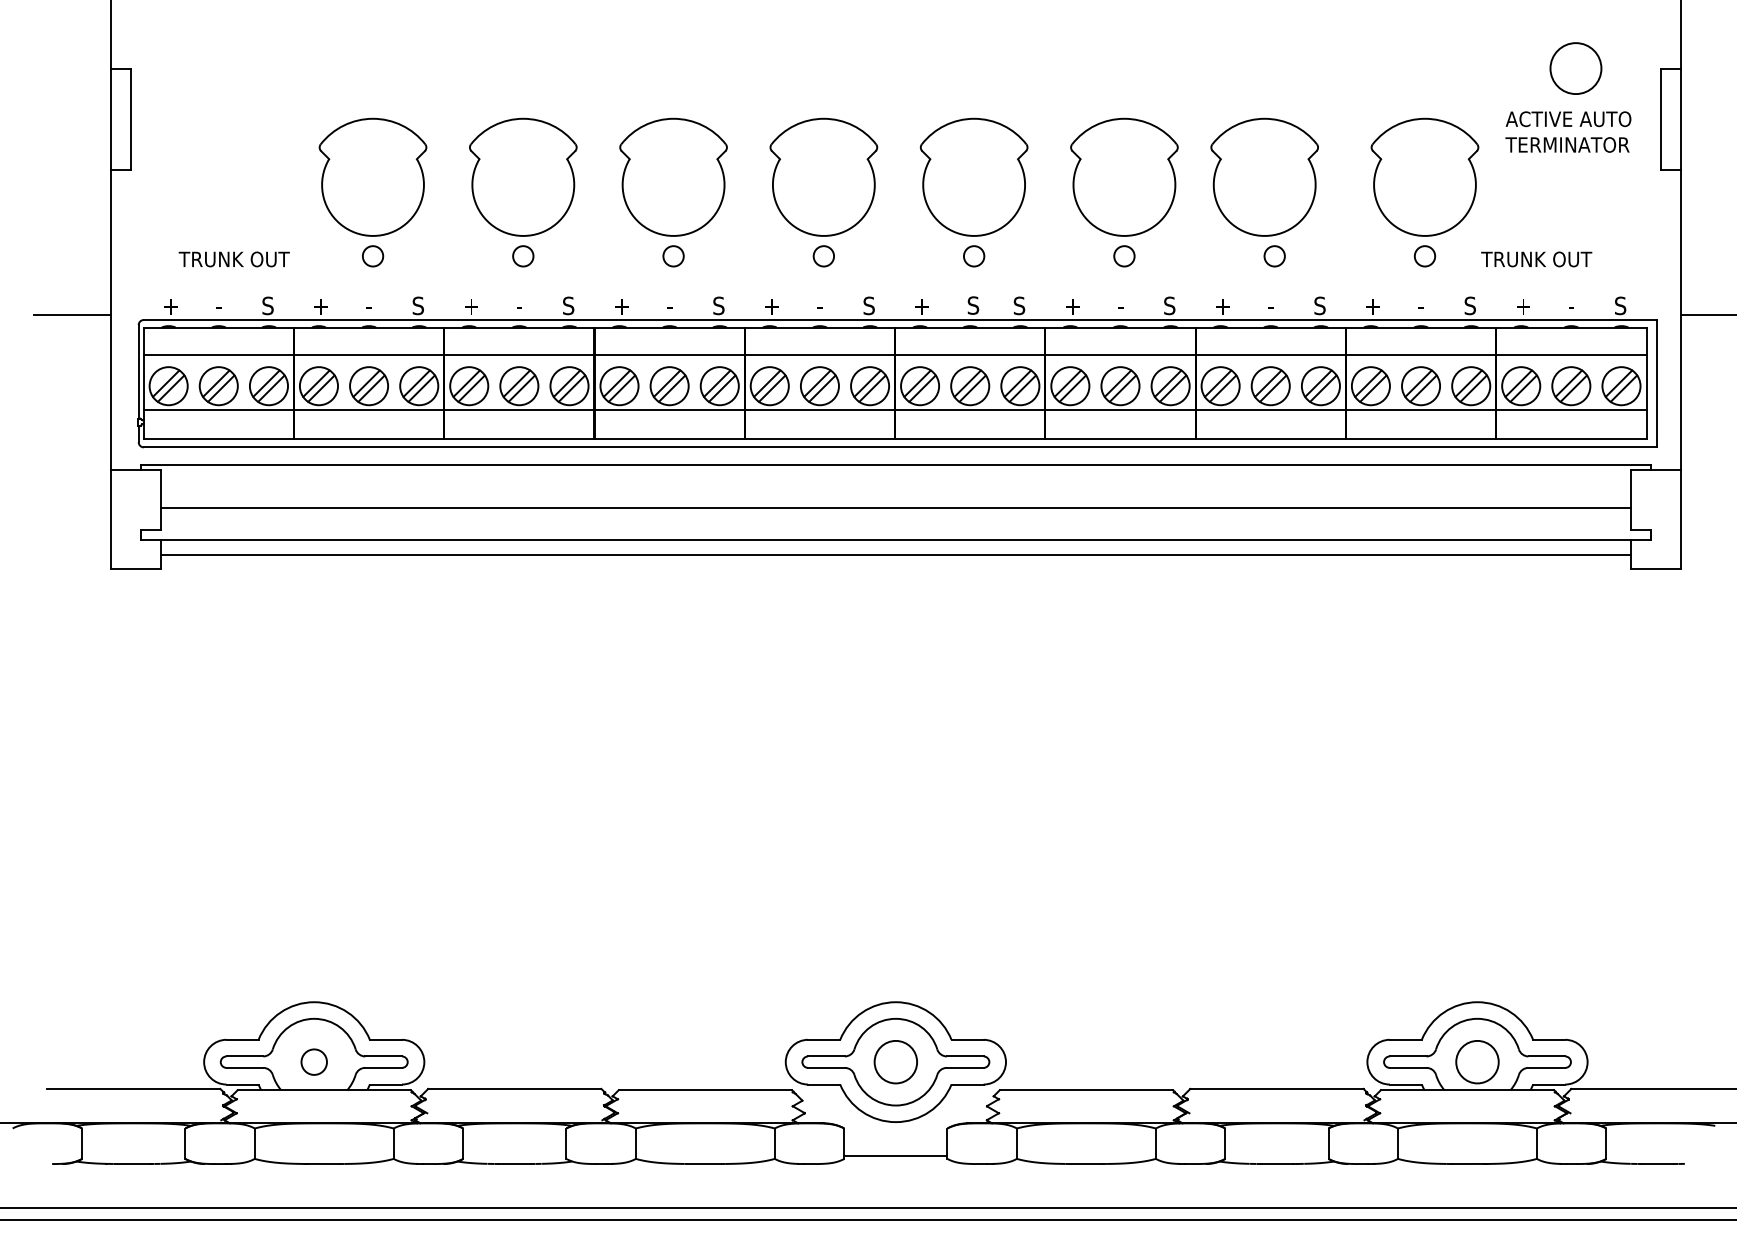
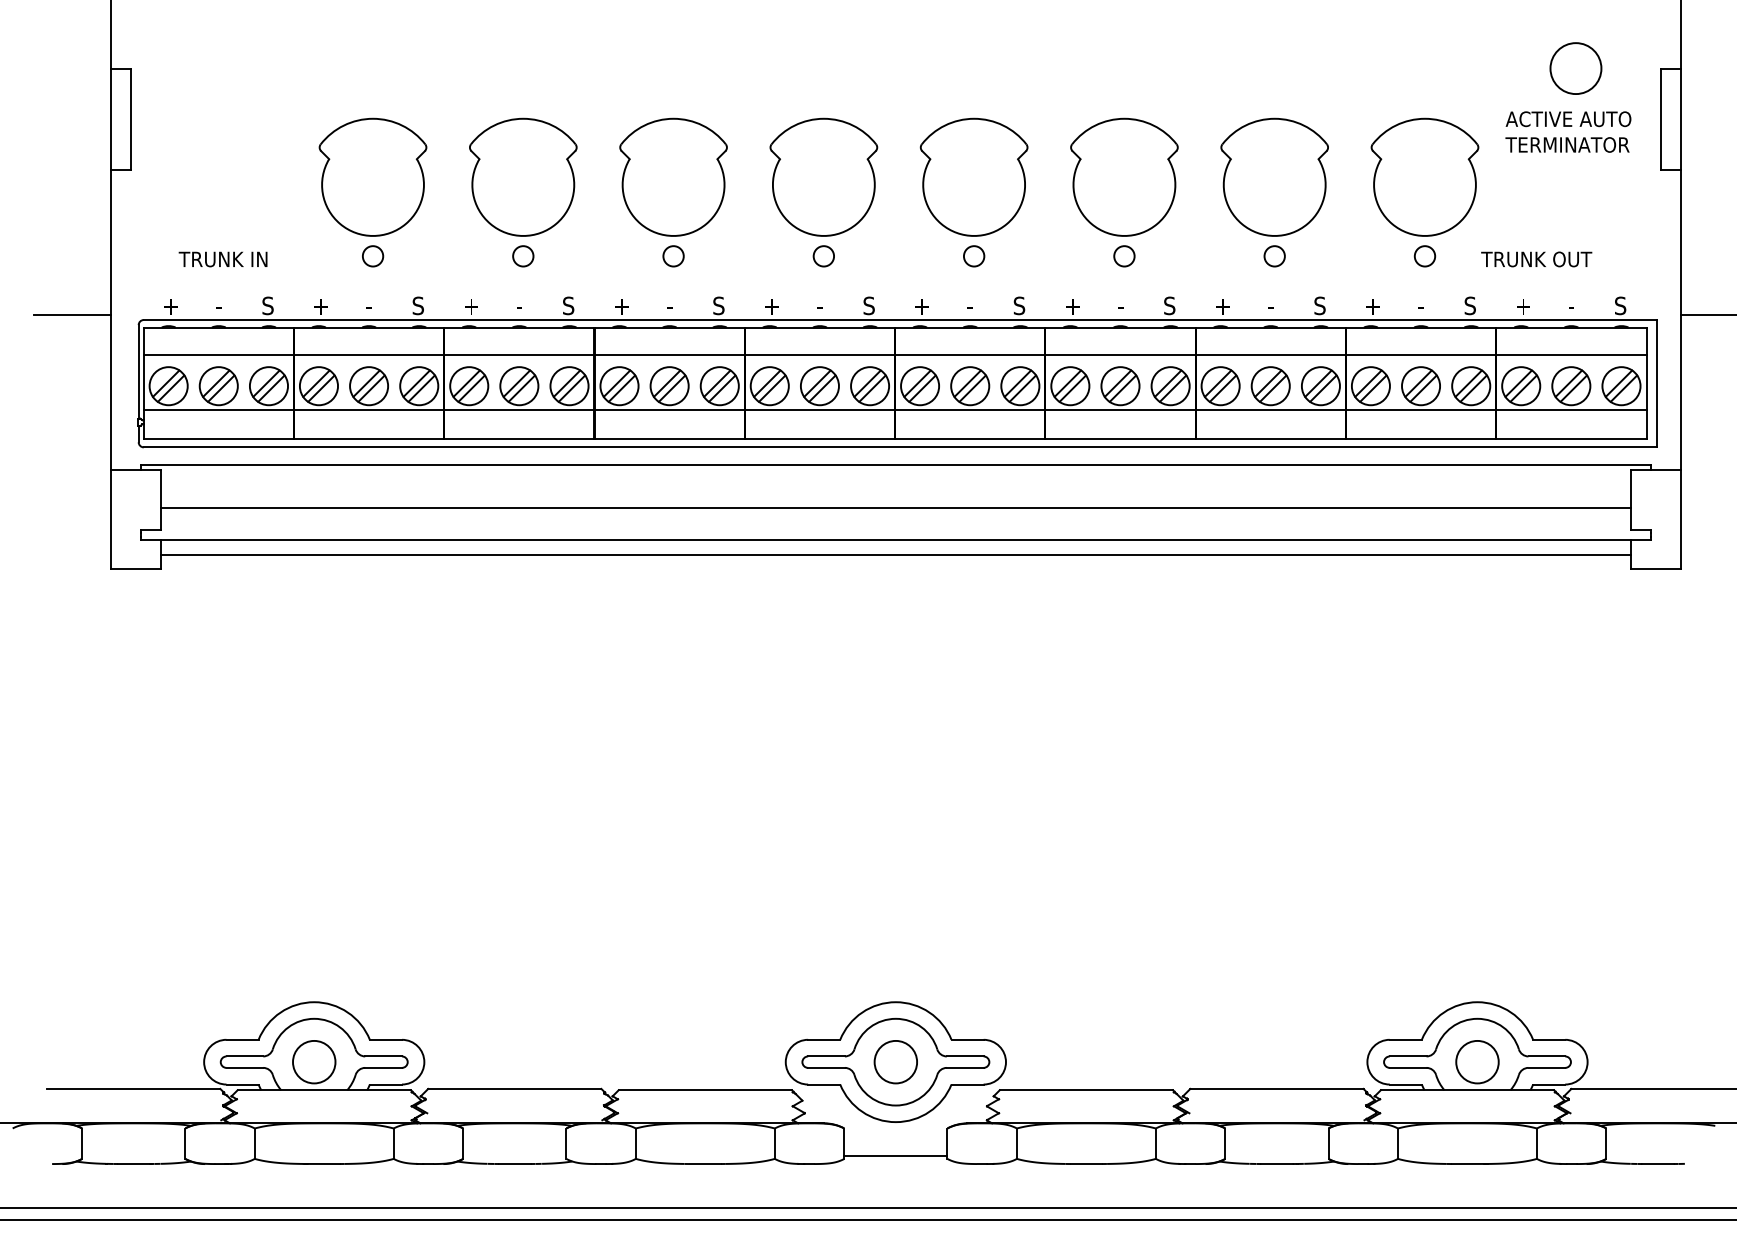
part at (1264, 176) position: (1264, 176) -> (1274, 176)
text at (269, 259): TRUNK OUT -> TRUNK IN
text at (973, 305): S -> -
circle at (314, 1061) diameter: 25 px -> 42 px
